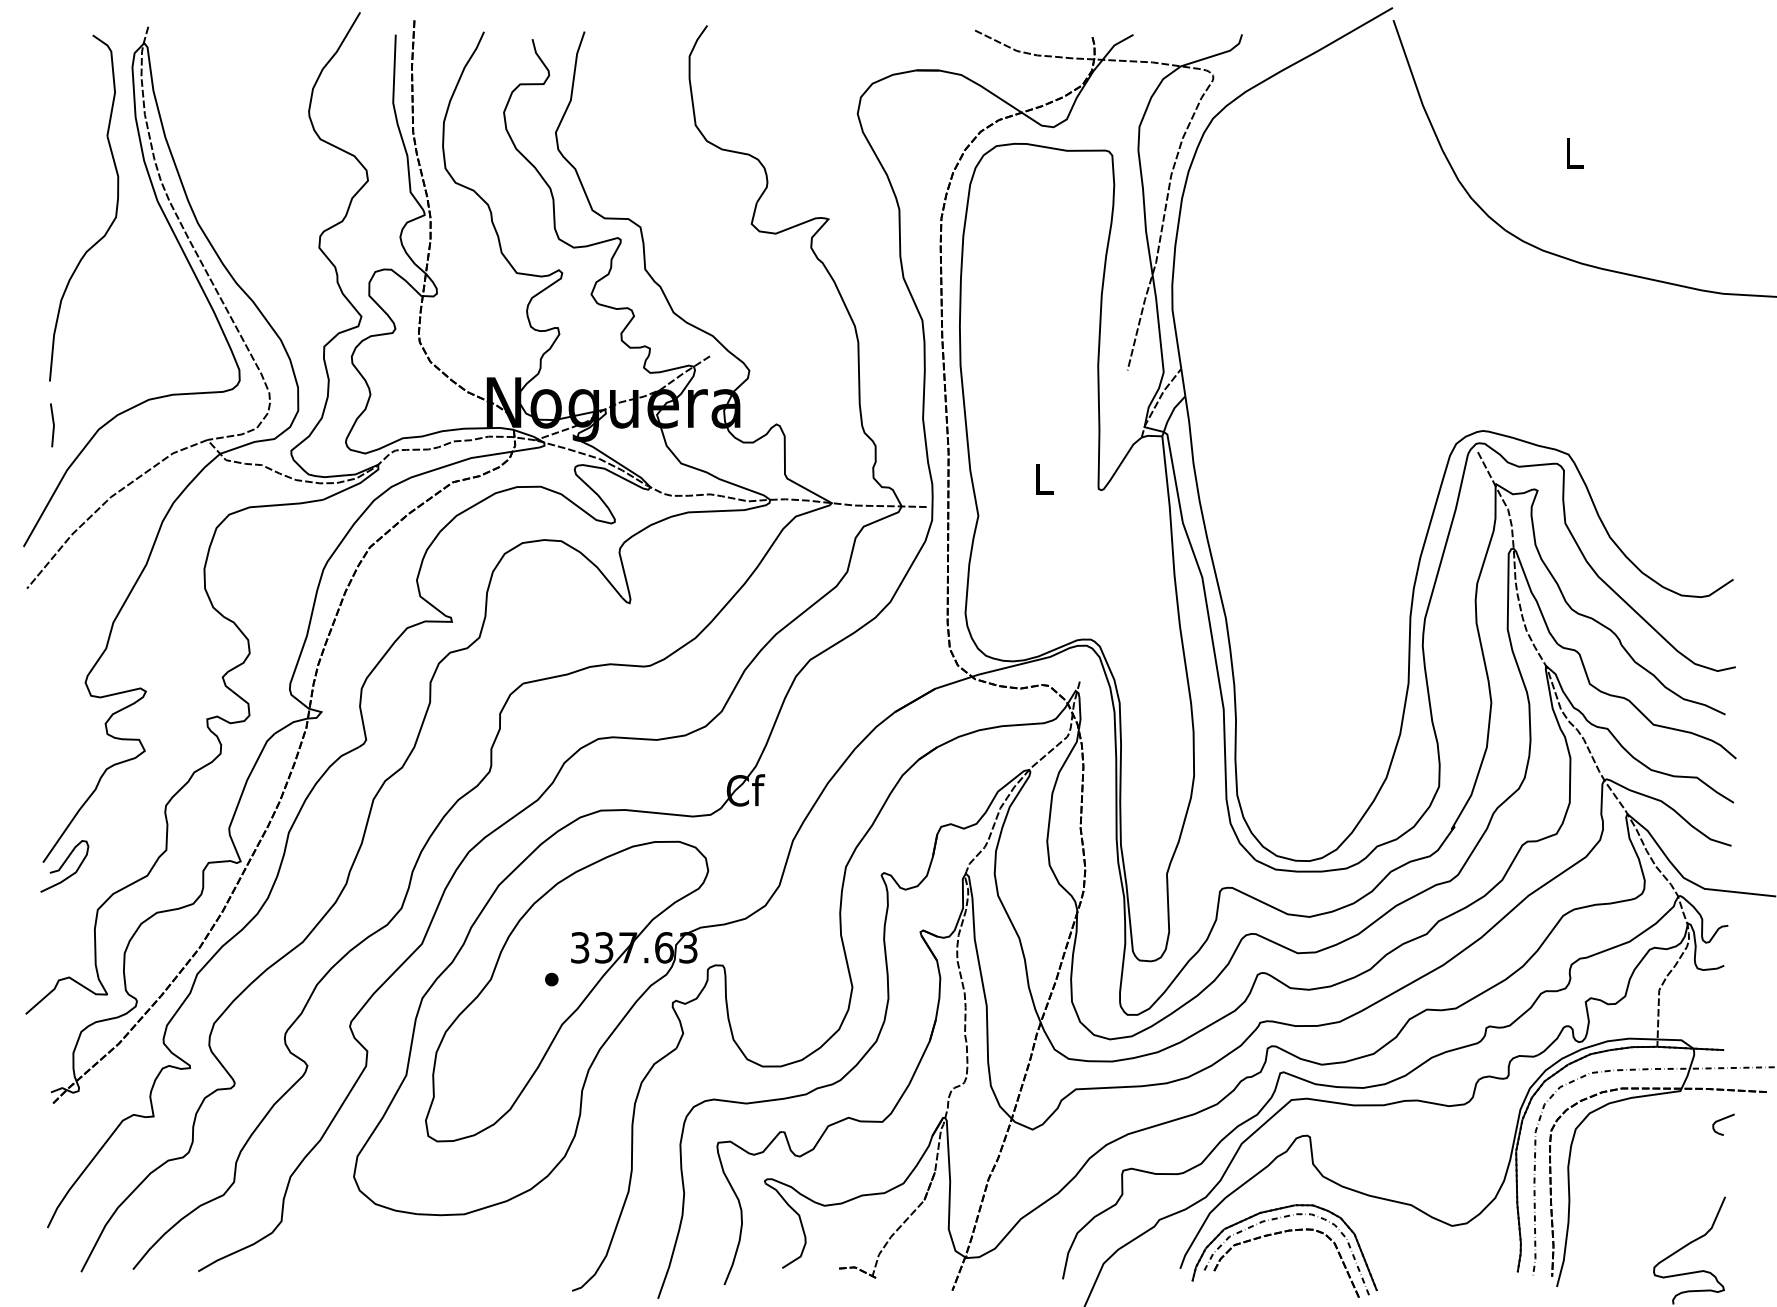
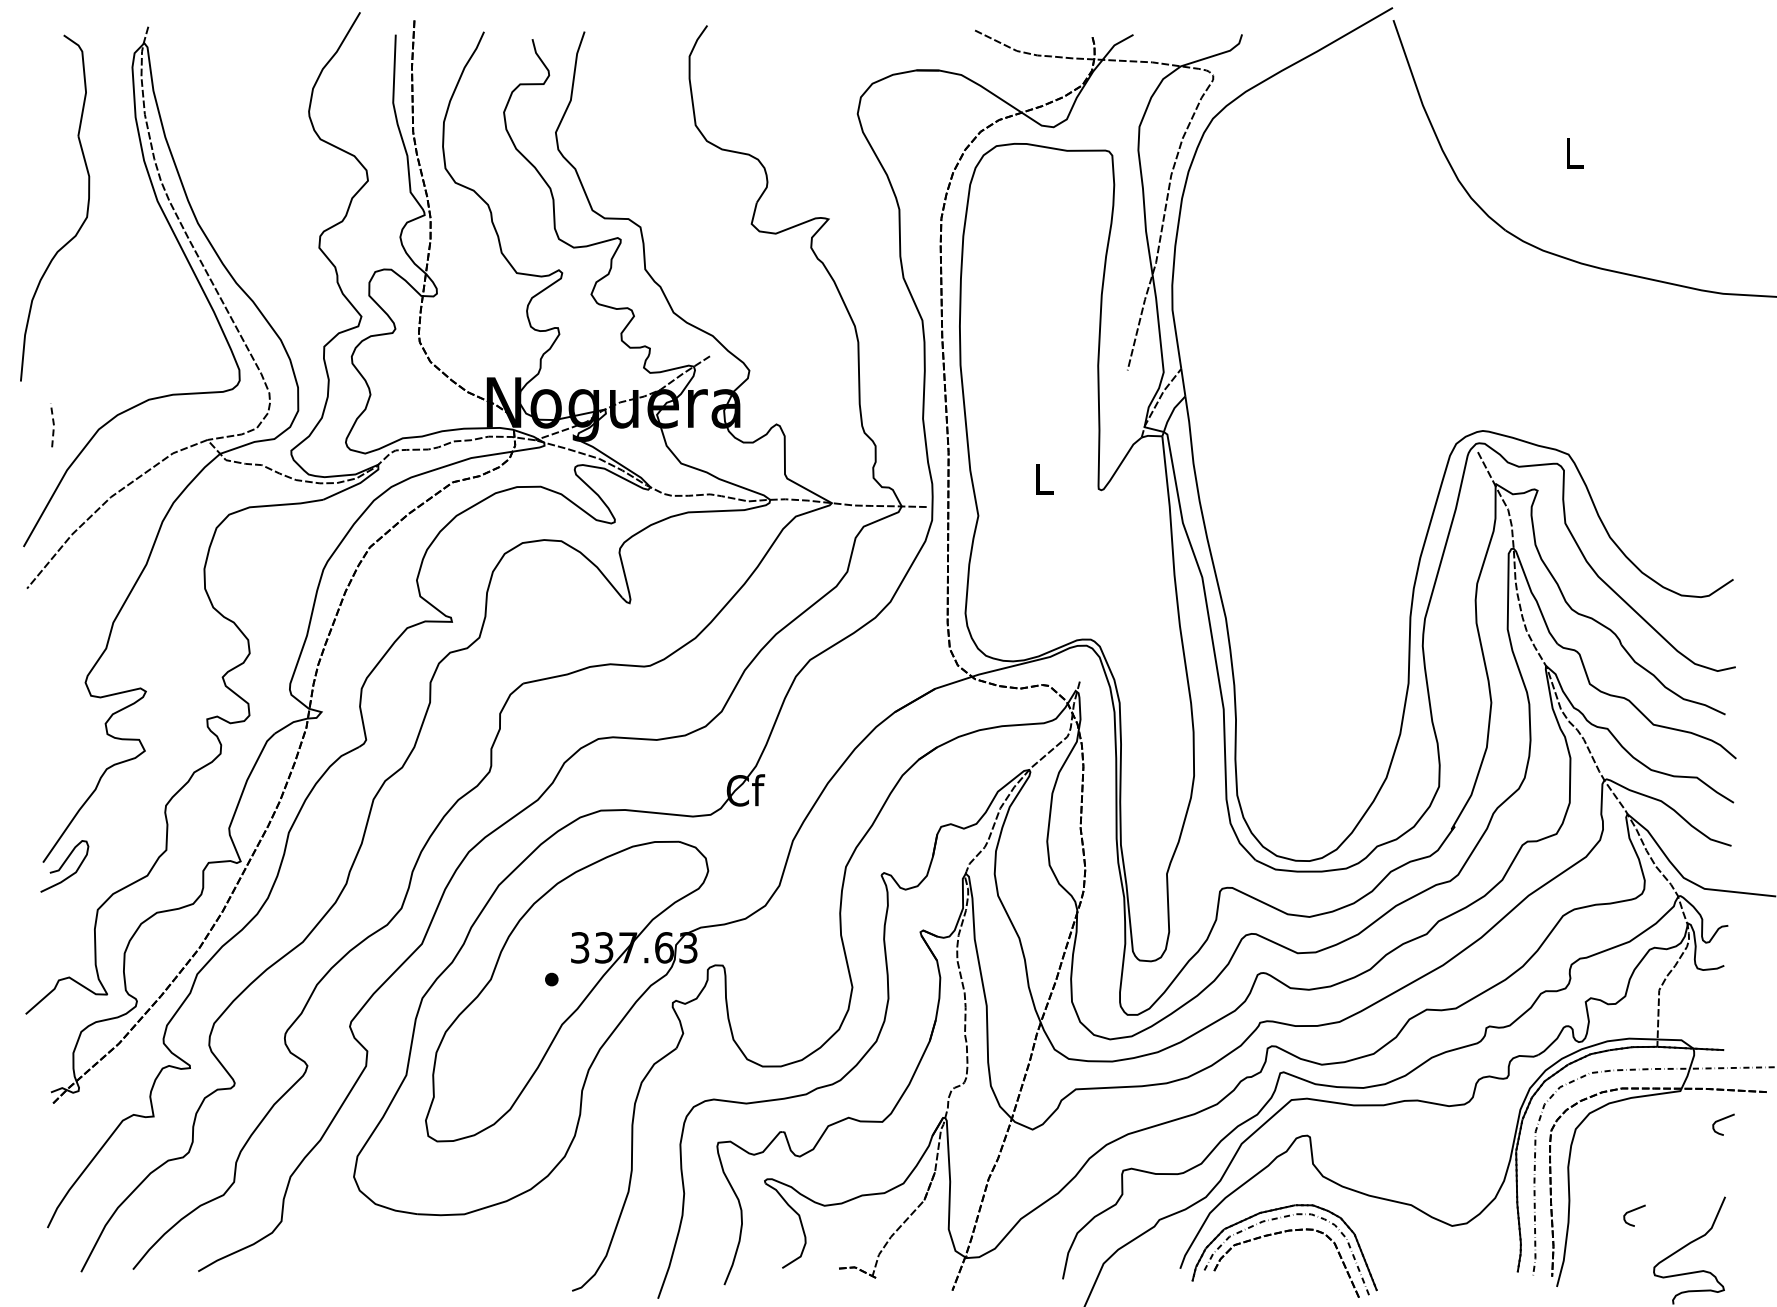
part at (109, 225) position: (109, 225) -> (80, 225)
line at (54, 425): solid -> dashed
curve at (1633, 1211): none -> present
